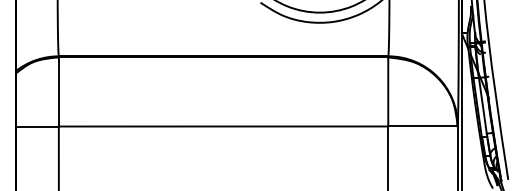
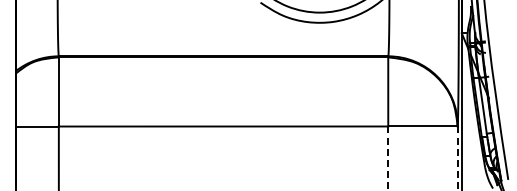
line at (388, 158): solid -> dashed
line at (457, 158): solid -> dashed
